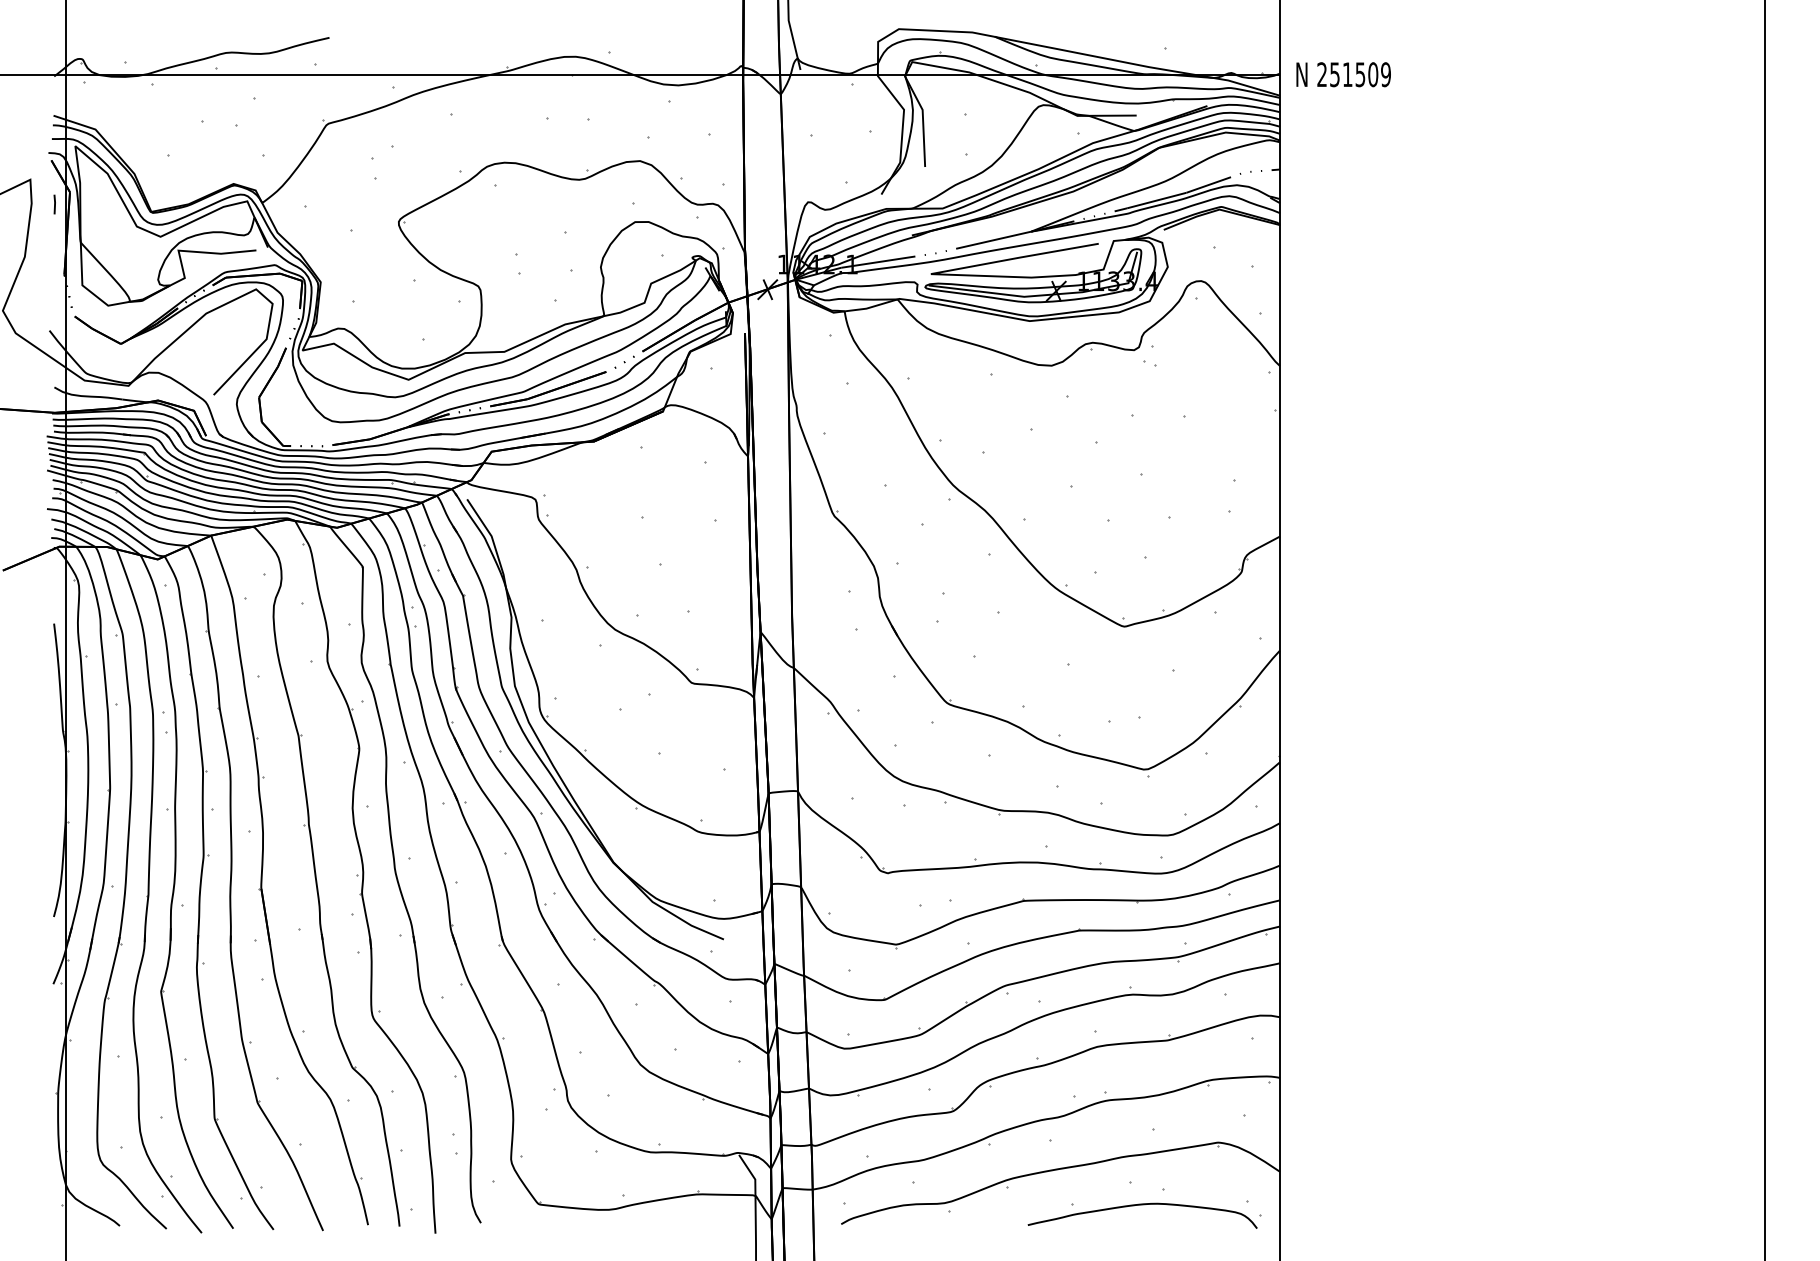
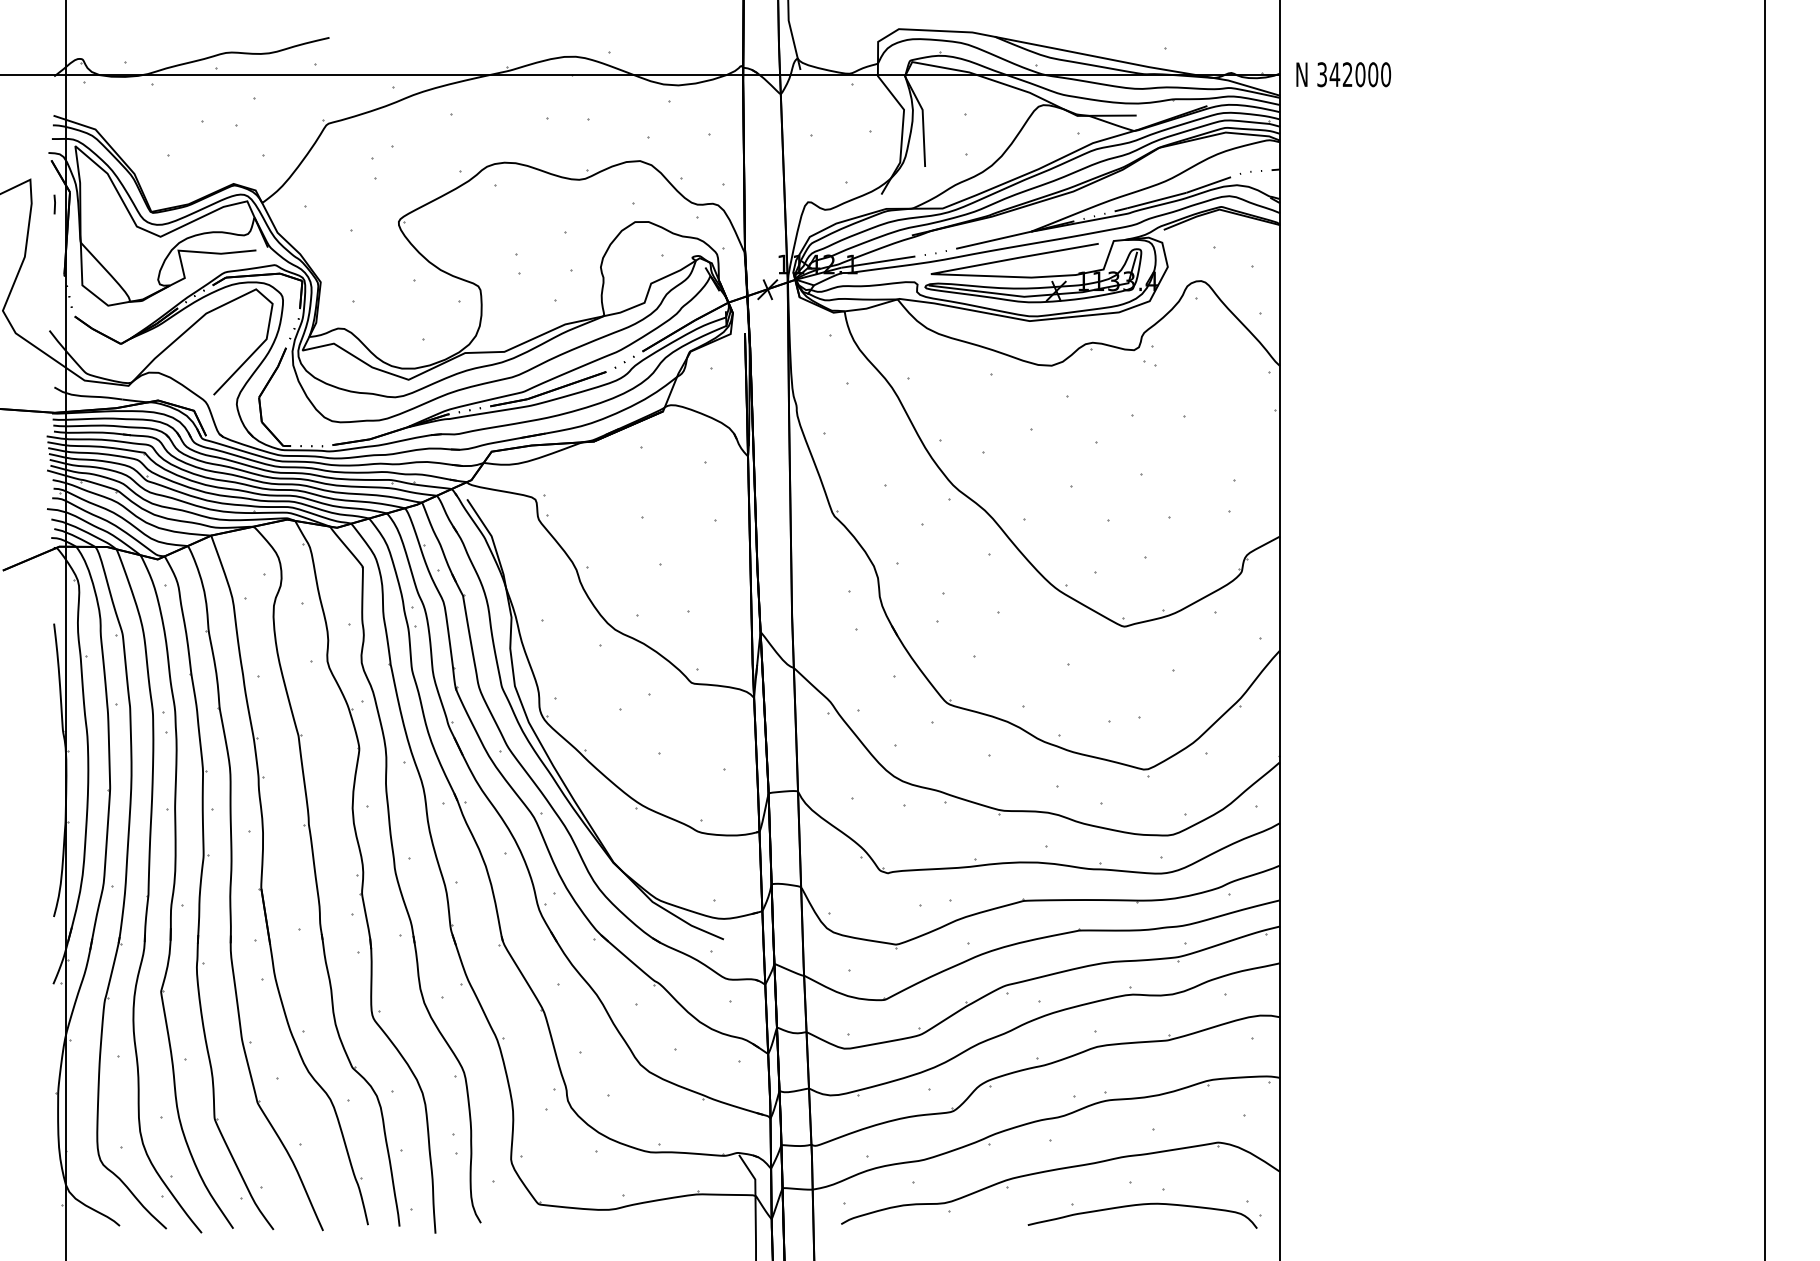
text at (1353, 74): 251509 -> 342000
